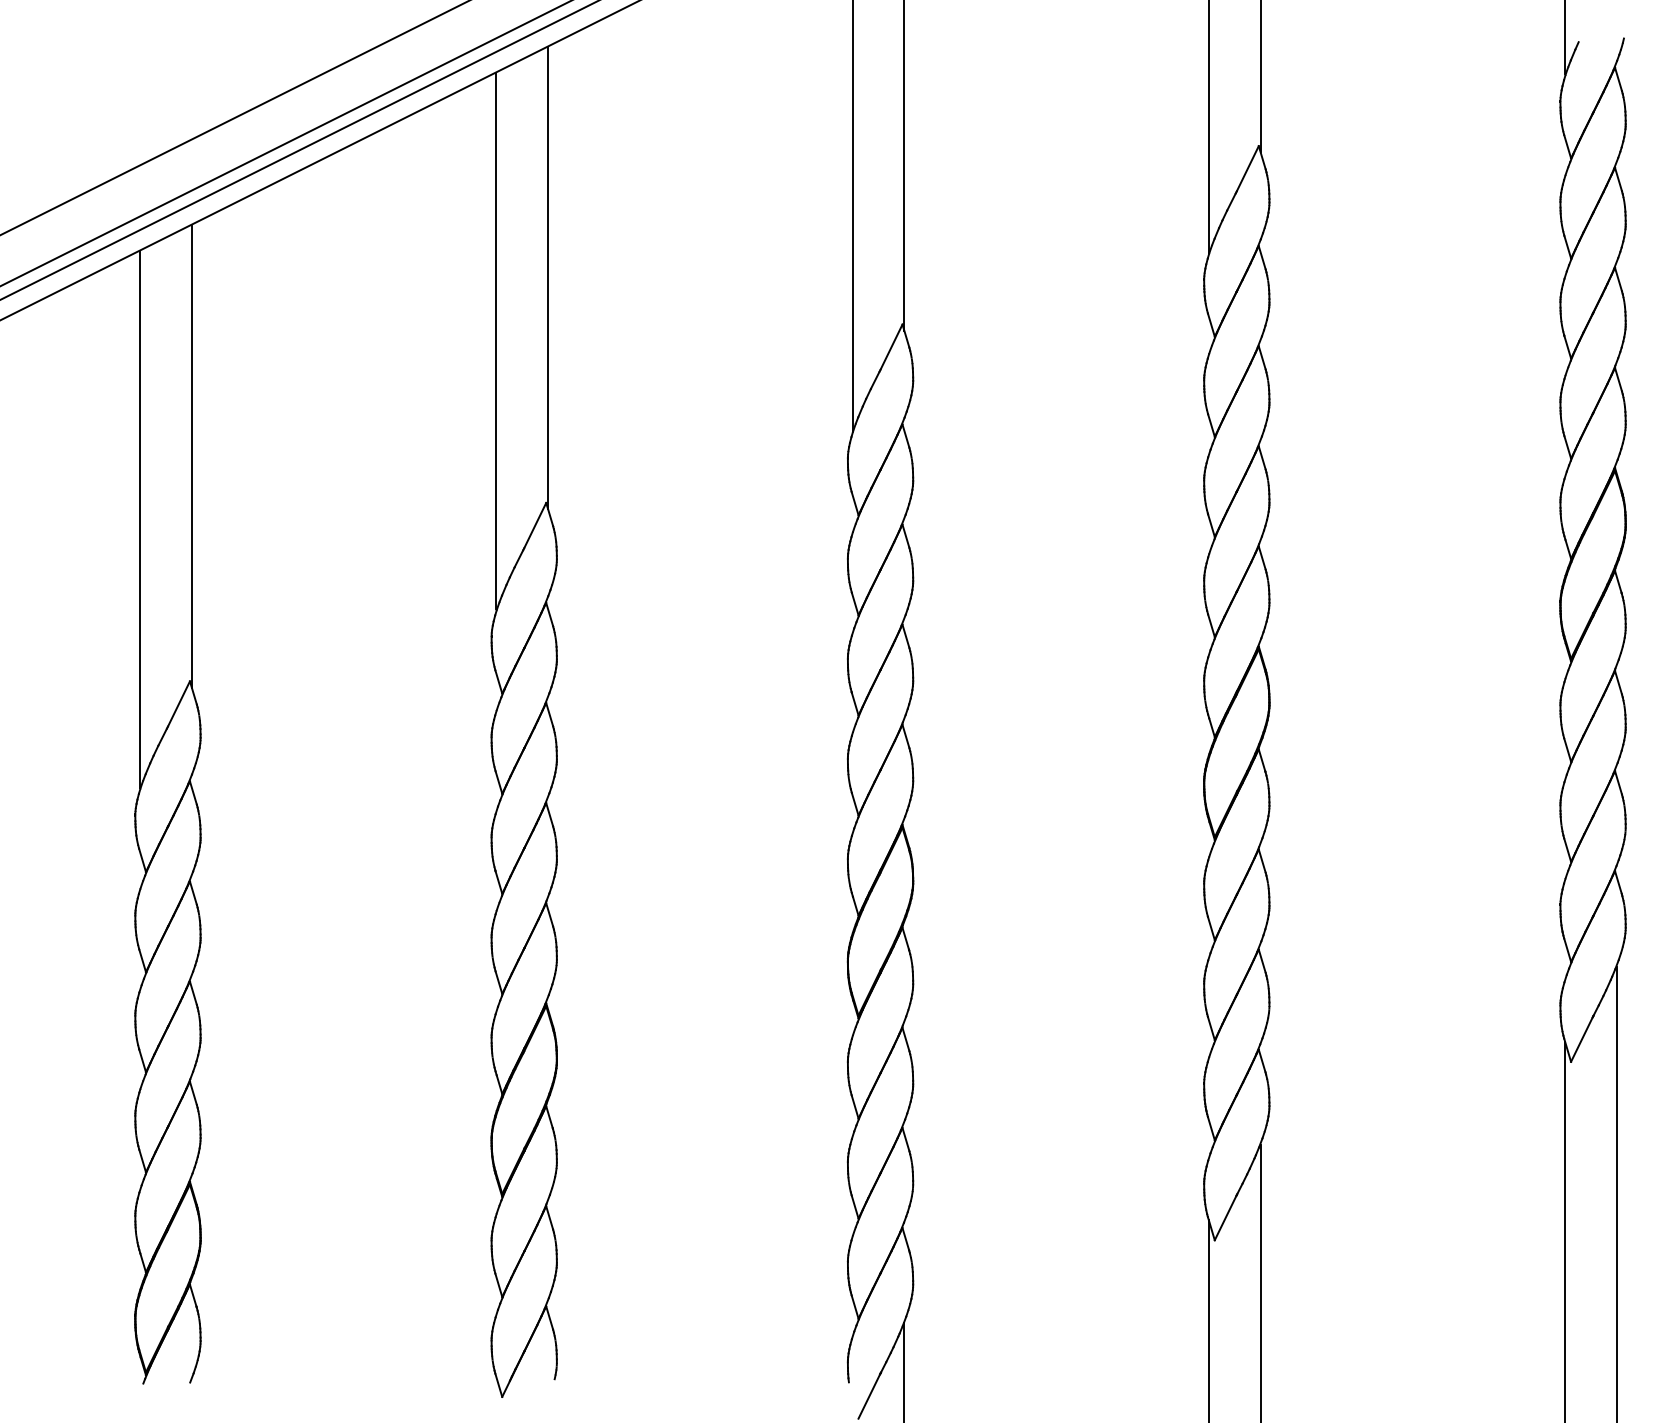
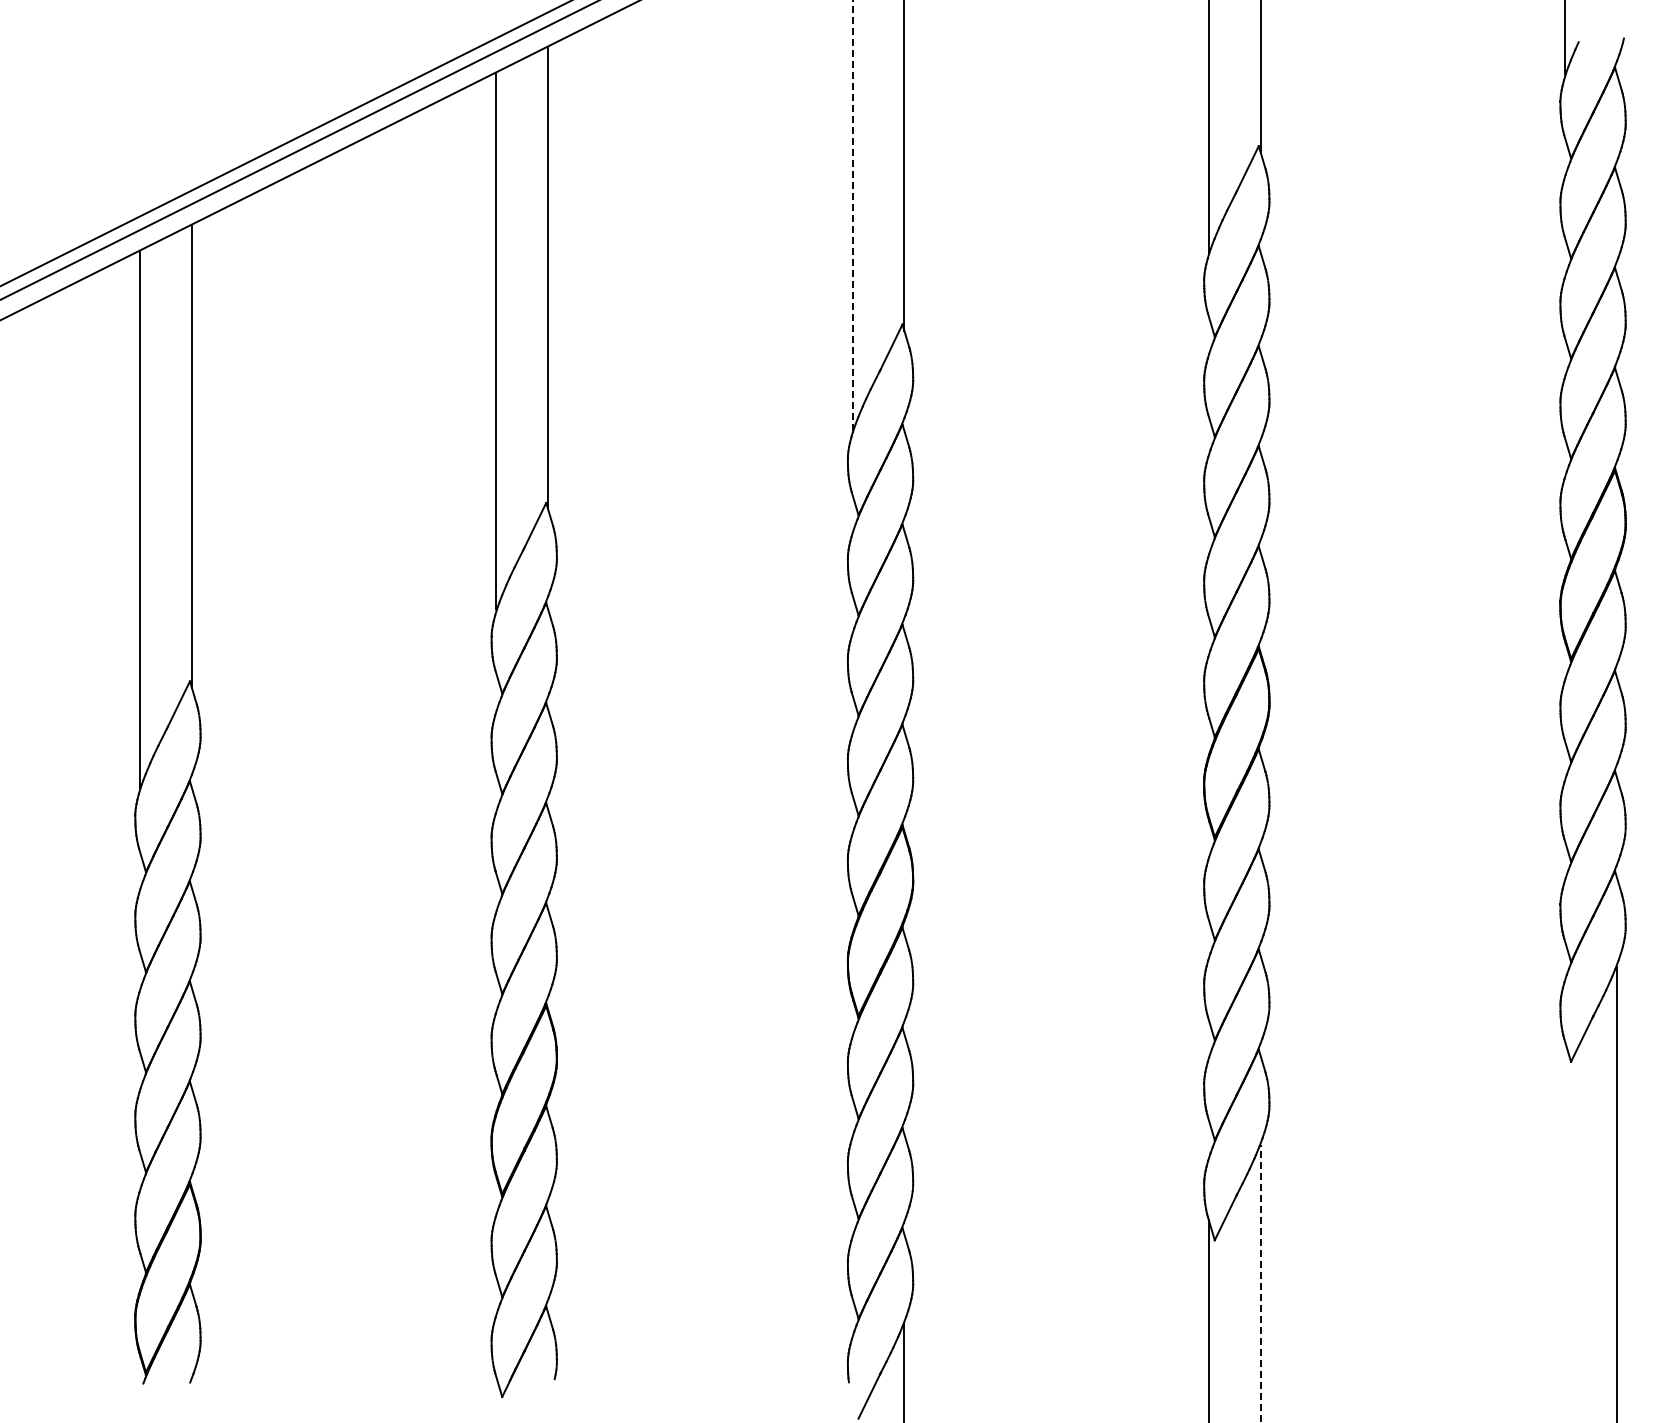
line at (234, 118): present -> none
line at (852, 215): solid -> dashed
line at (1565, 1230): present -> none
line at (1260, 1283): solid -> dashed
